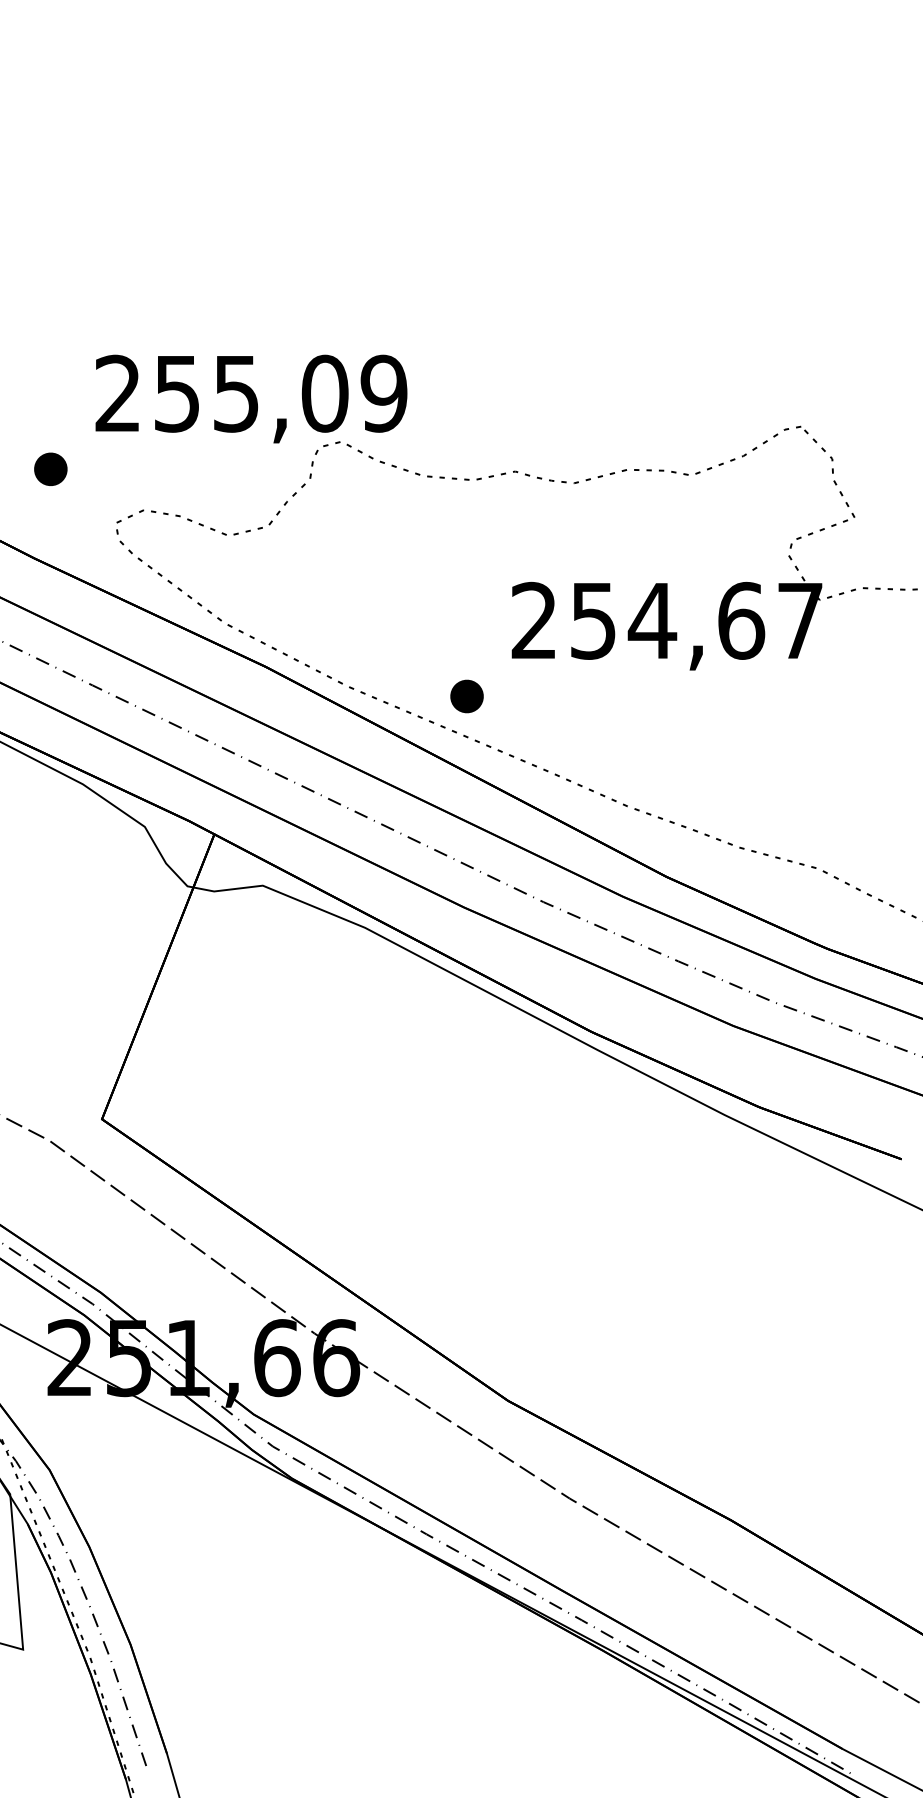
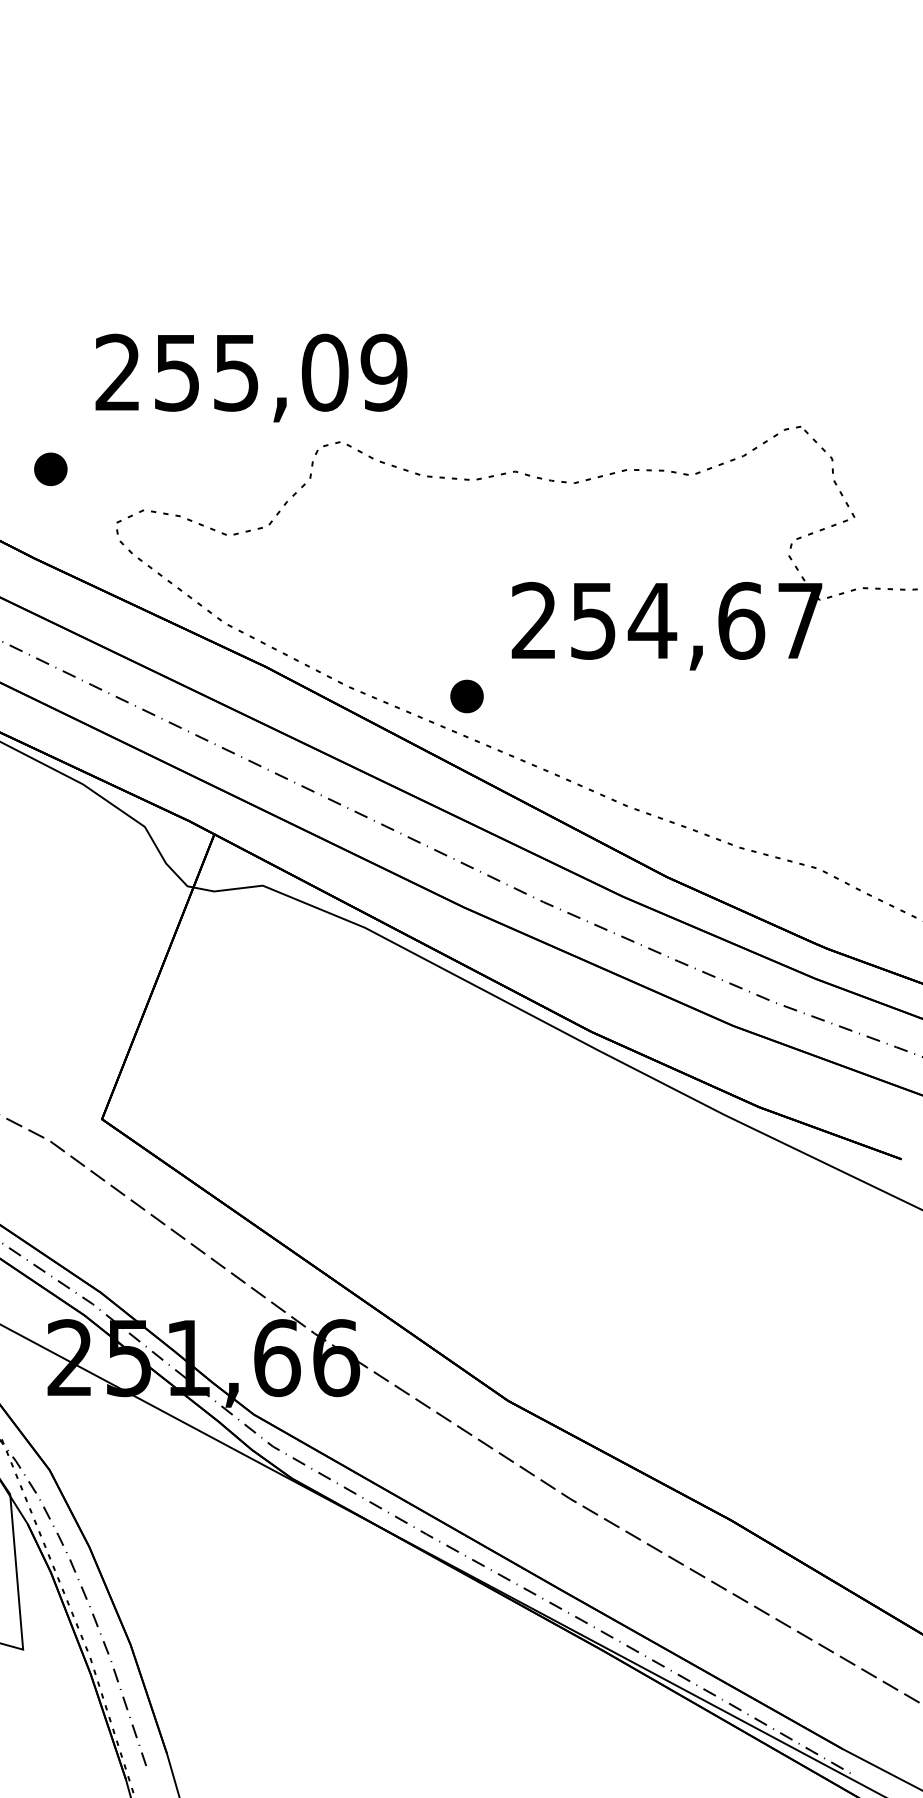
text at (251, 398) position: (251, 398) -> (251, 377)
